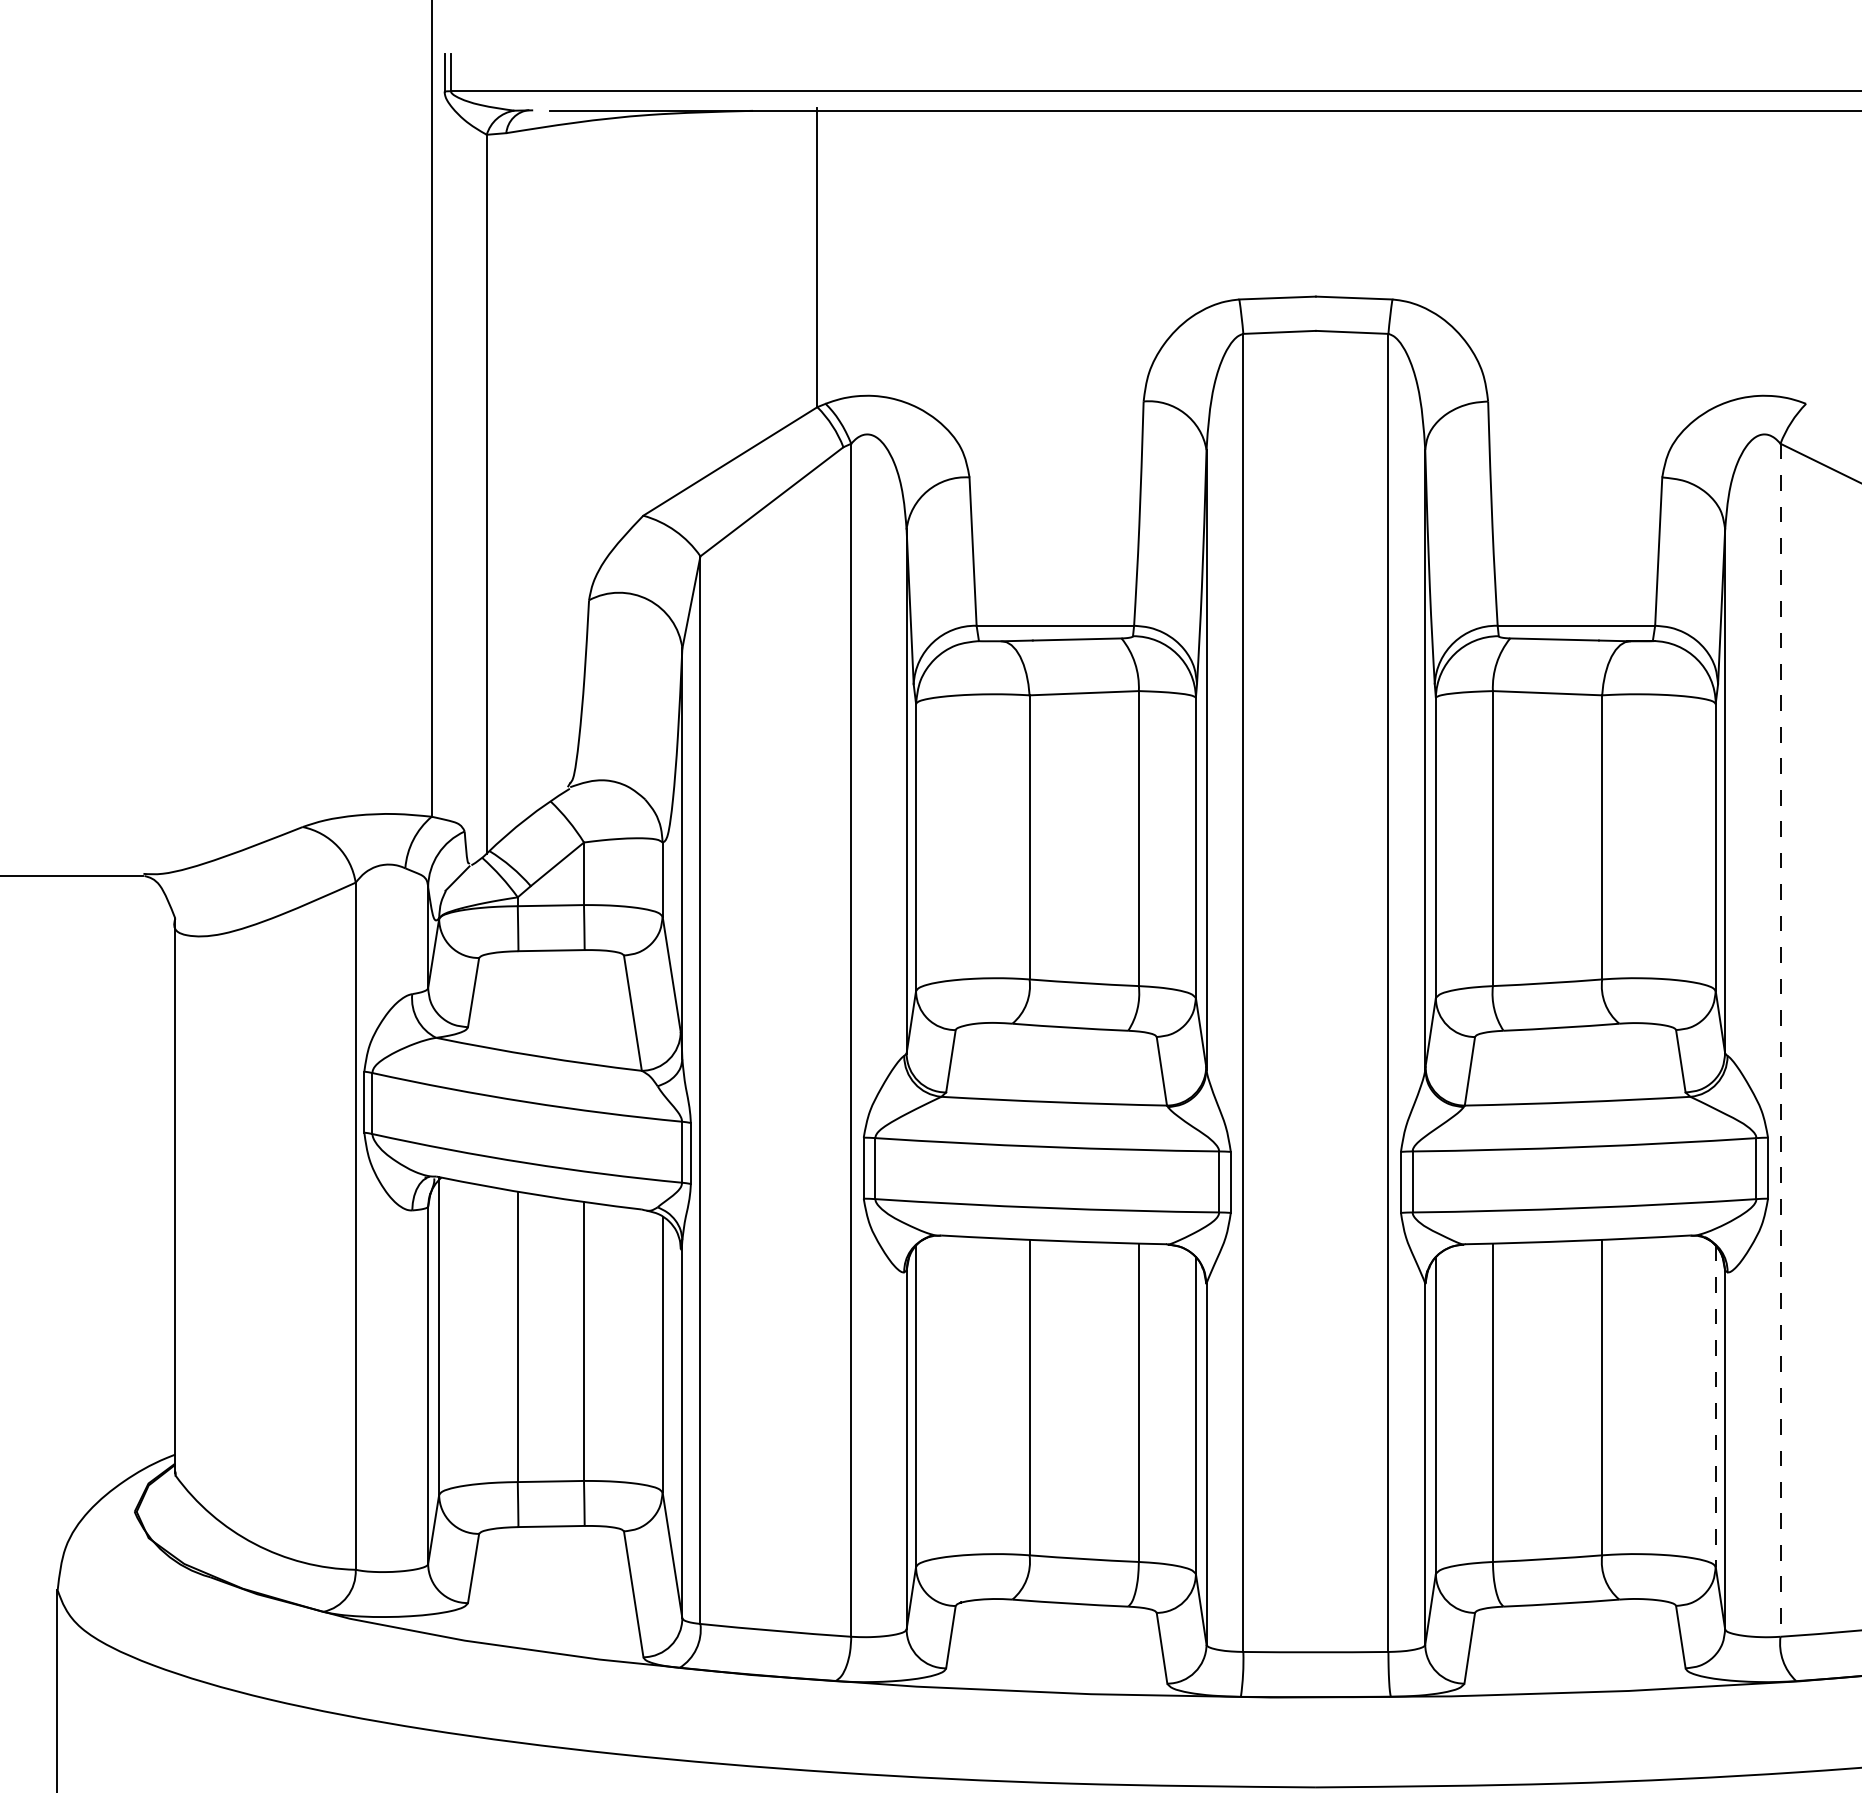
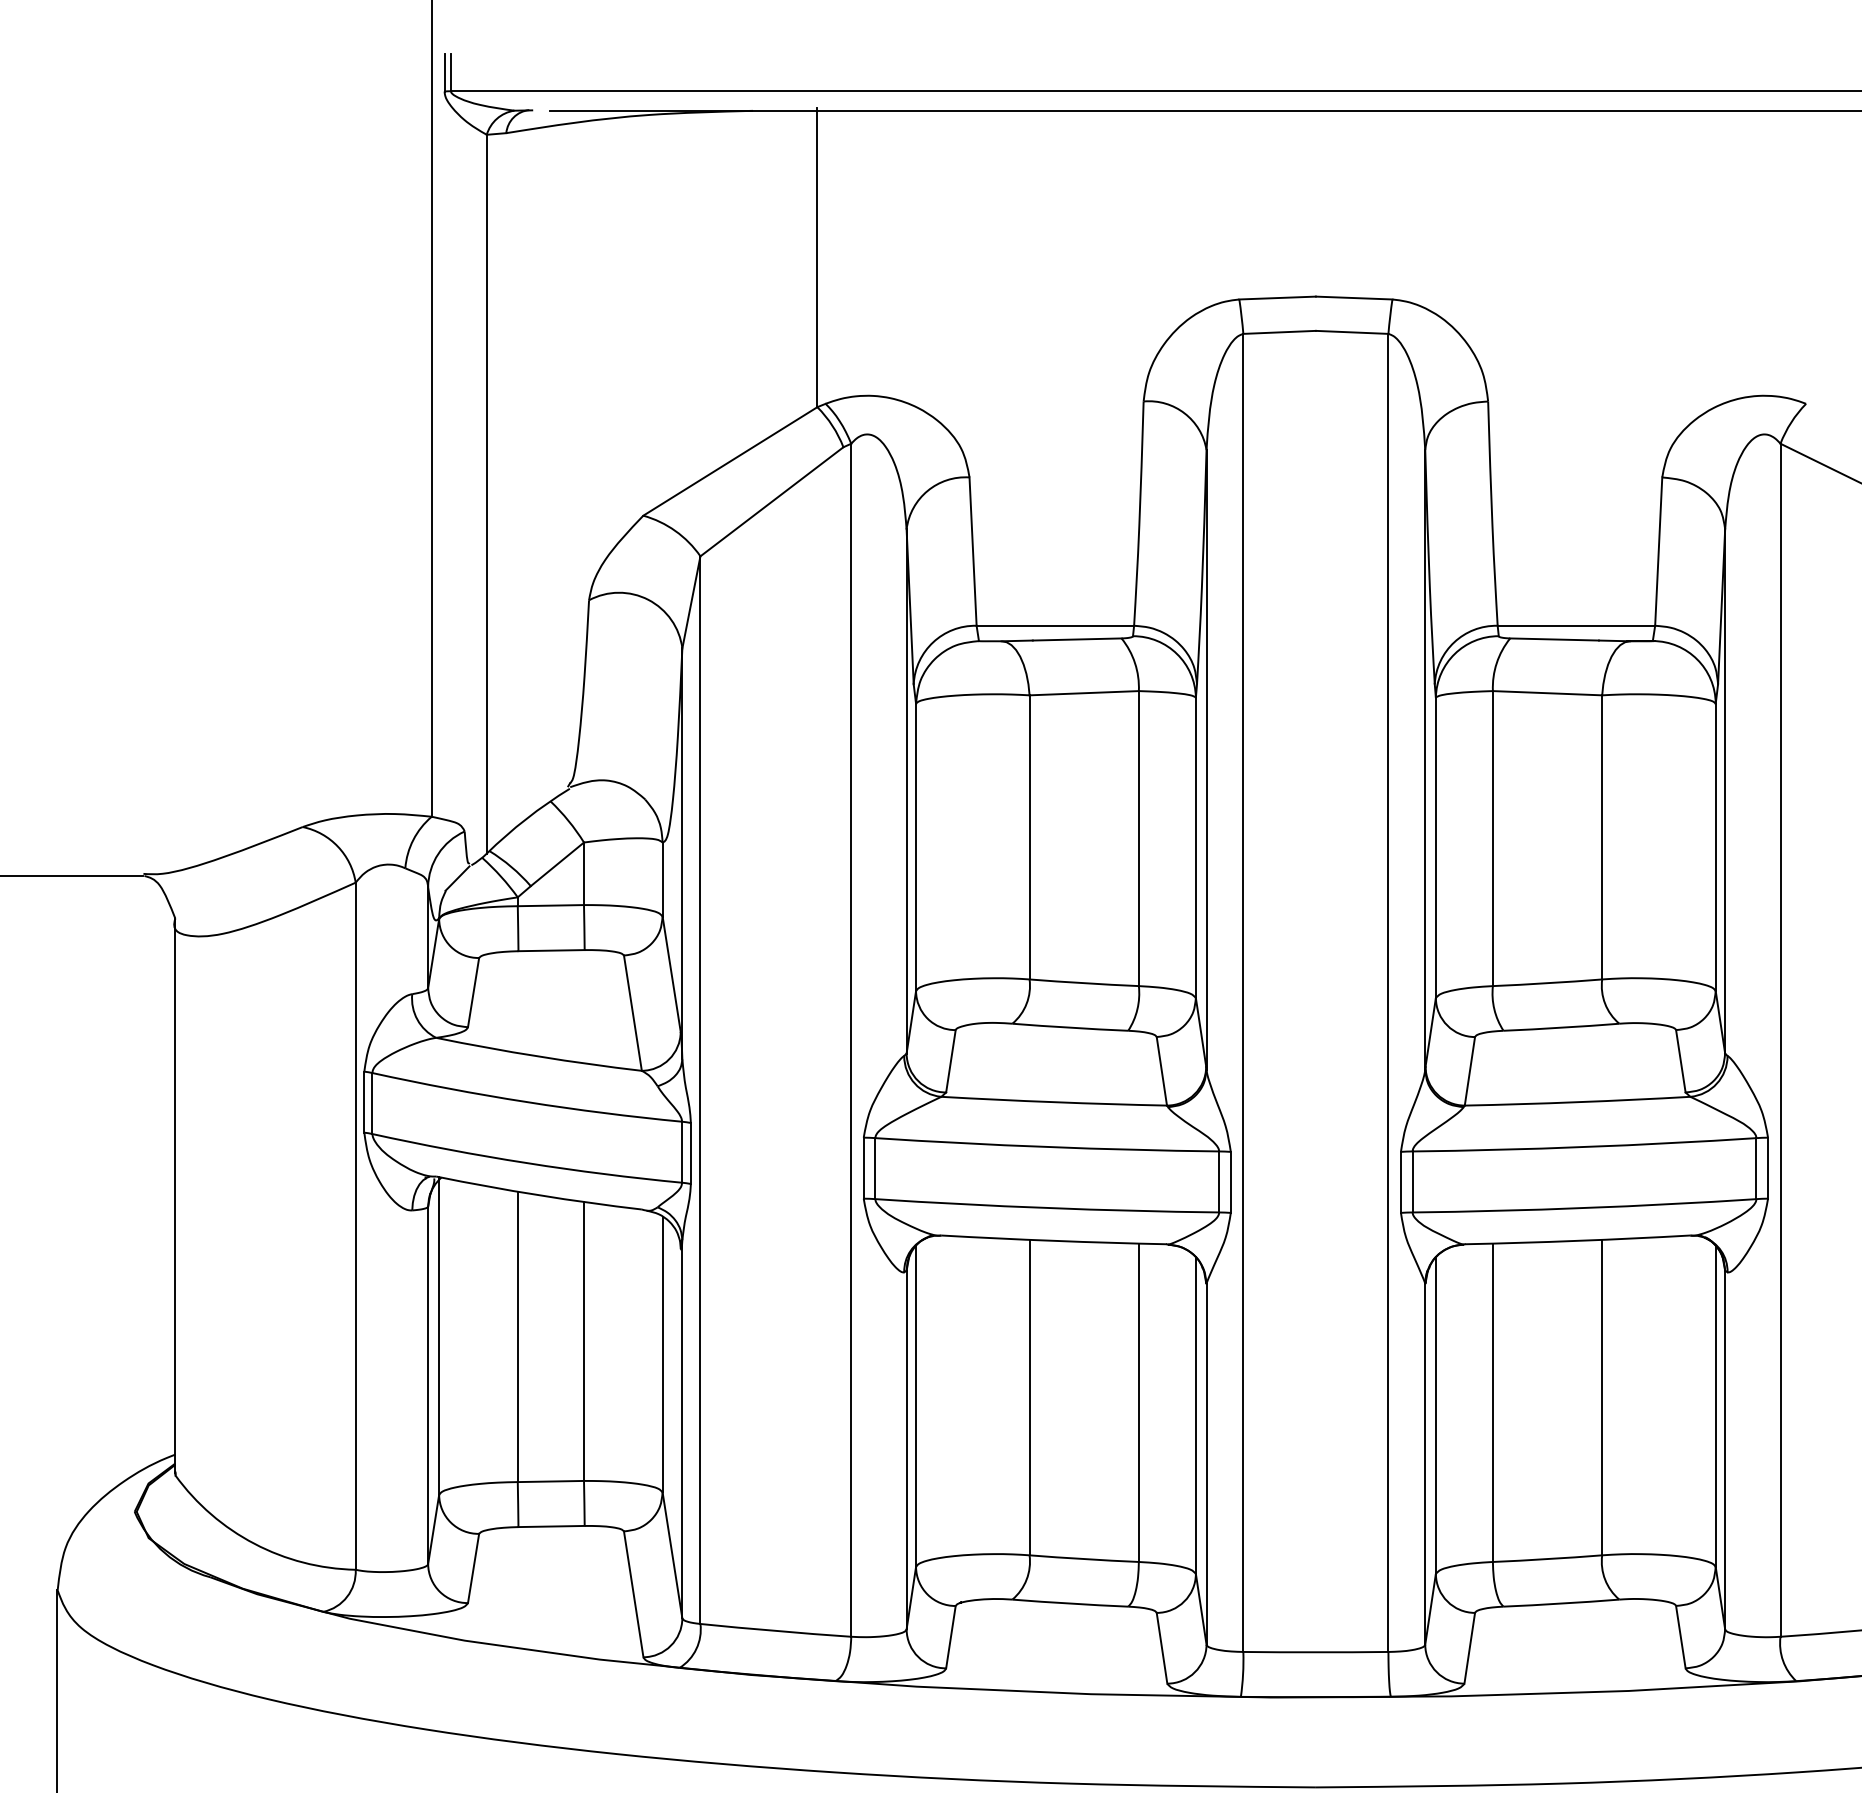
line at (1780, 1040): dashed -> solid
line at (1715, 1406): dashed -> solid
